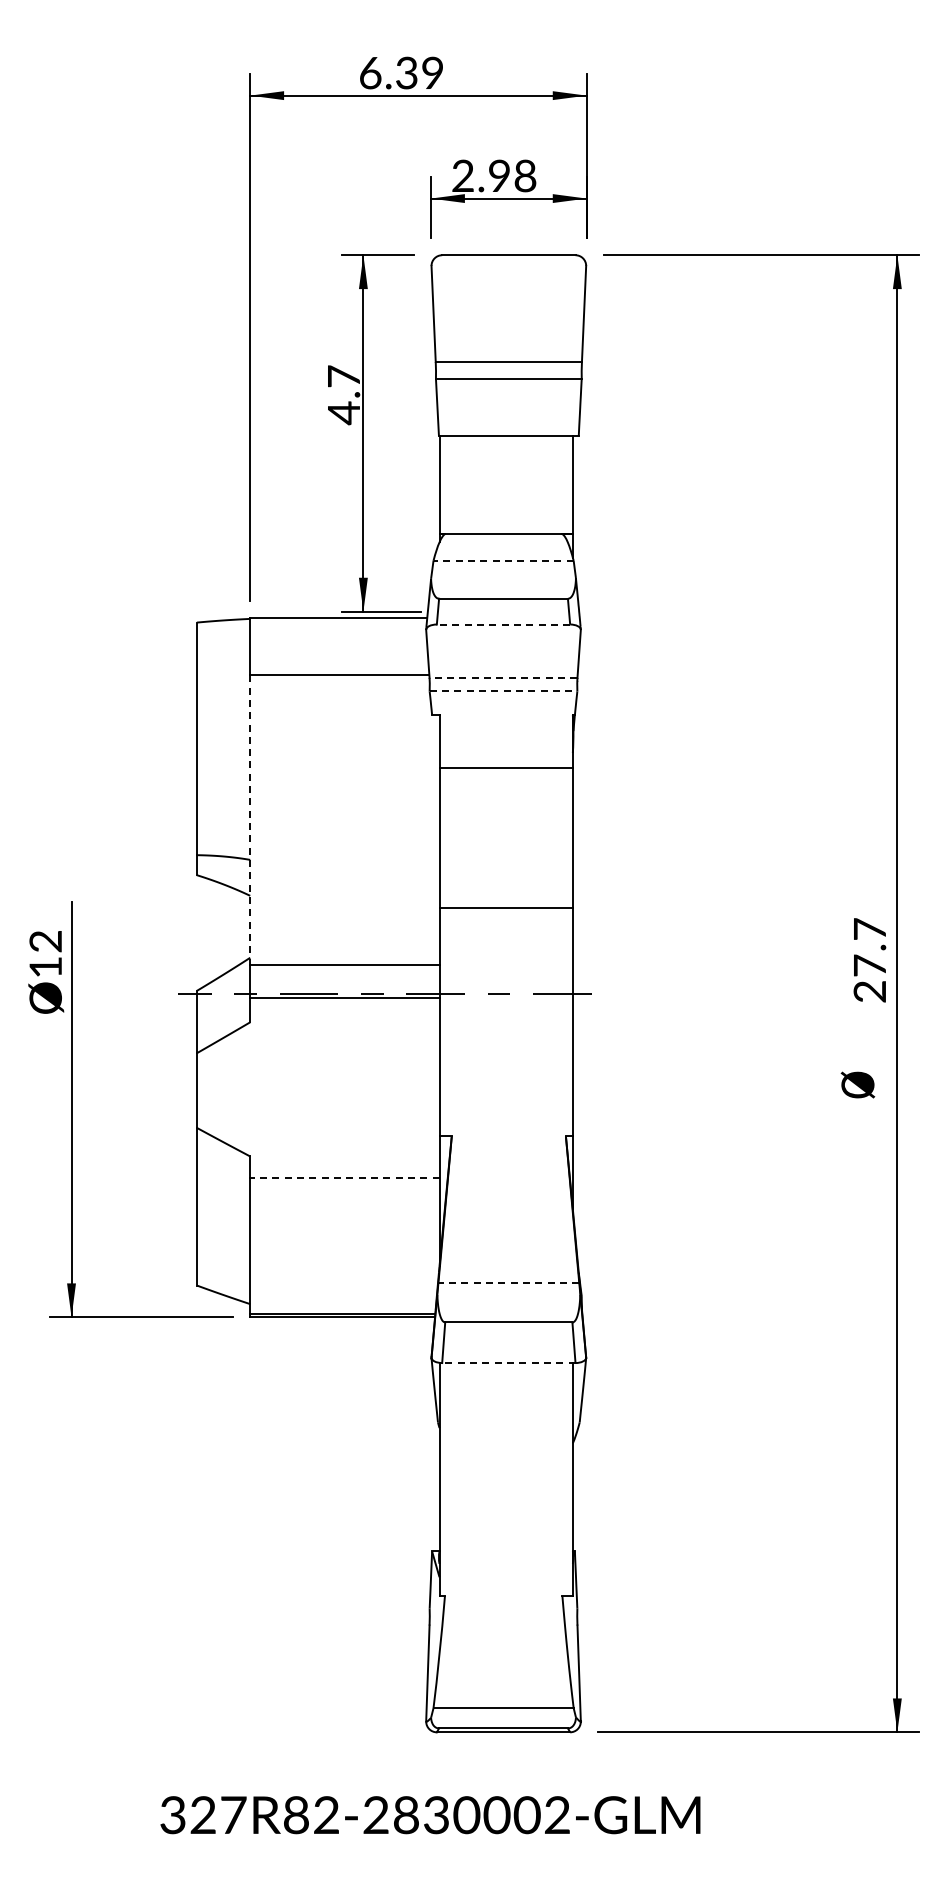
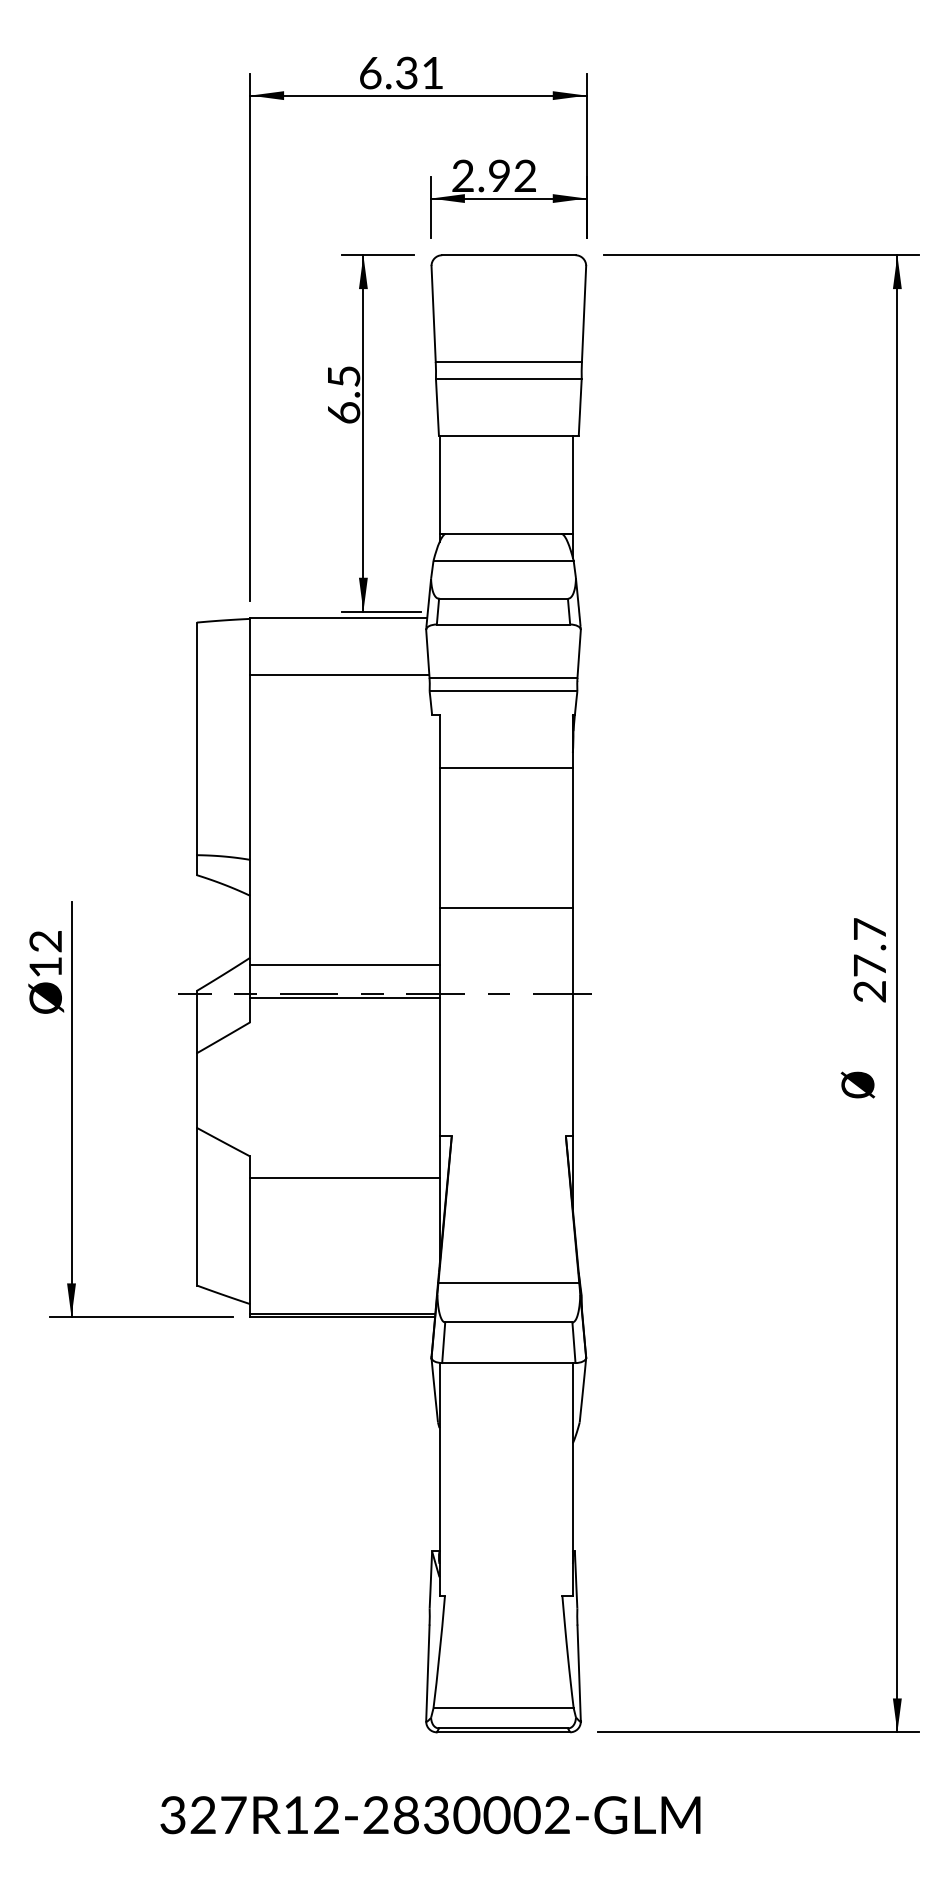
text at (432, 72): 6.39 -> 6.31
text at (525, 176): 2.98 -> 2.92
text at (344, 395): 4.7 -> 6.5
line at (503, 560): dashed -> solid
line at (503, 624): dashed -> solid
line at (503, 677): dashed -> solid
line at (503, 691): dashed -> solid
line at (250, 820): dashed -> solid
line at (344, 1178): dashed -> solid
line at (508, 1282): dashed -> solid
line at (508, 1363): dashed -> solid
text at (296, 1815): 327R82-2830002-GLM -> 327R12-2830002-GLM
